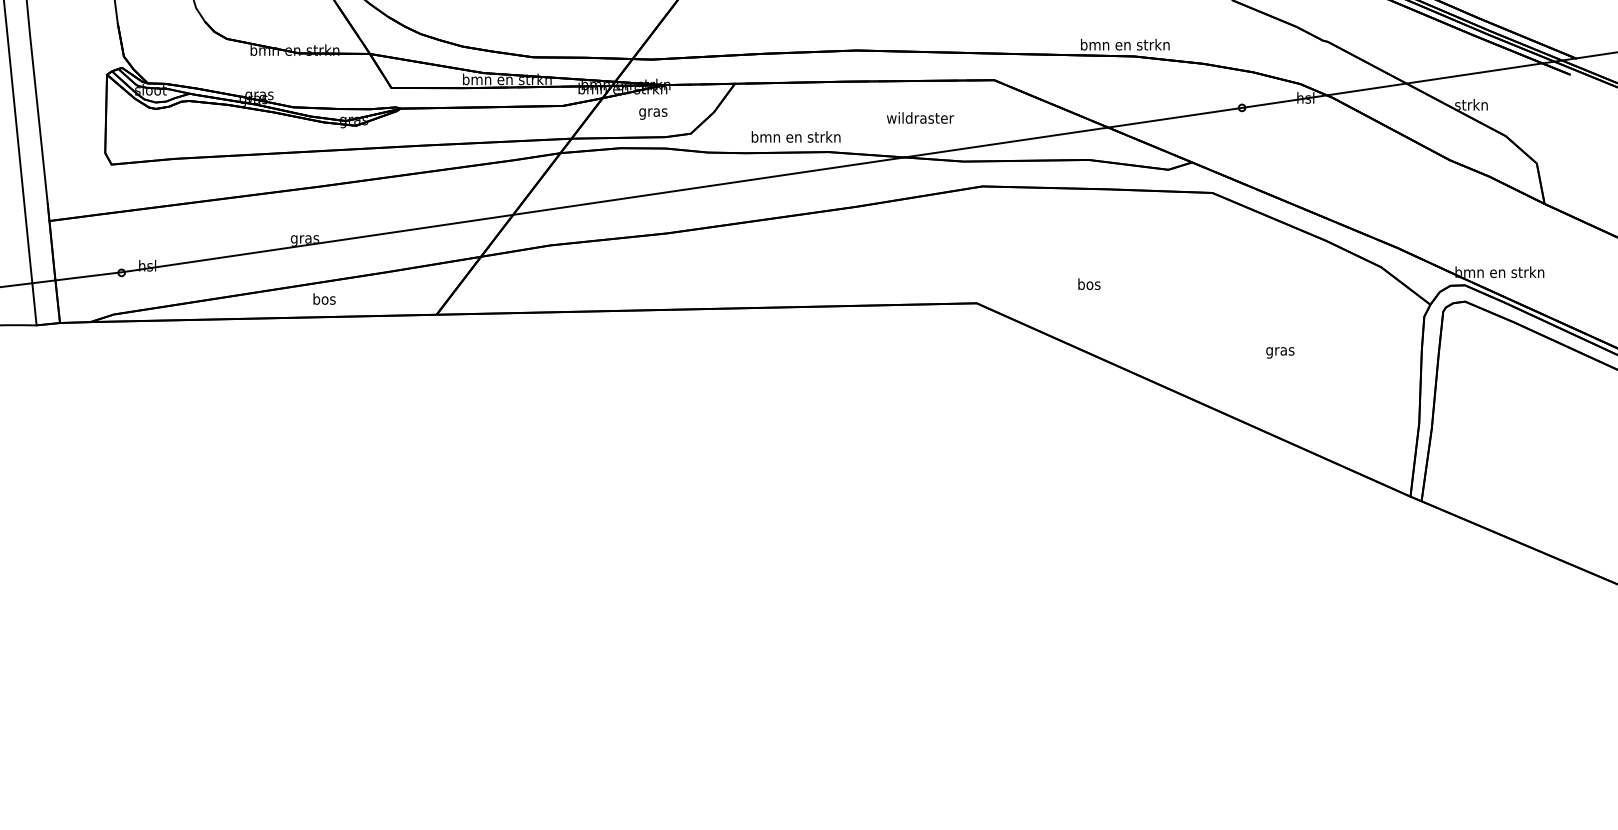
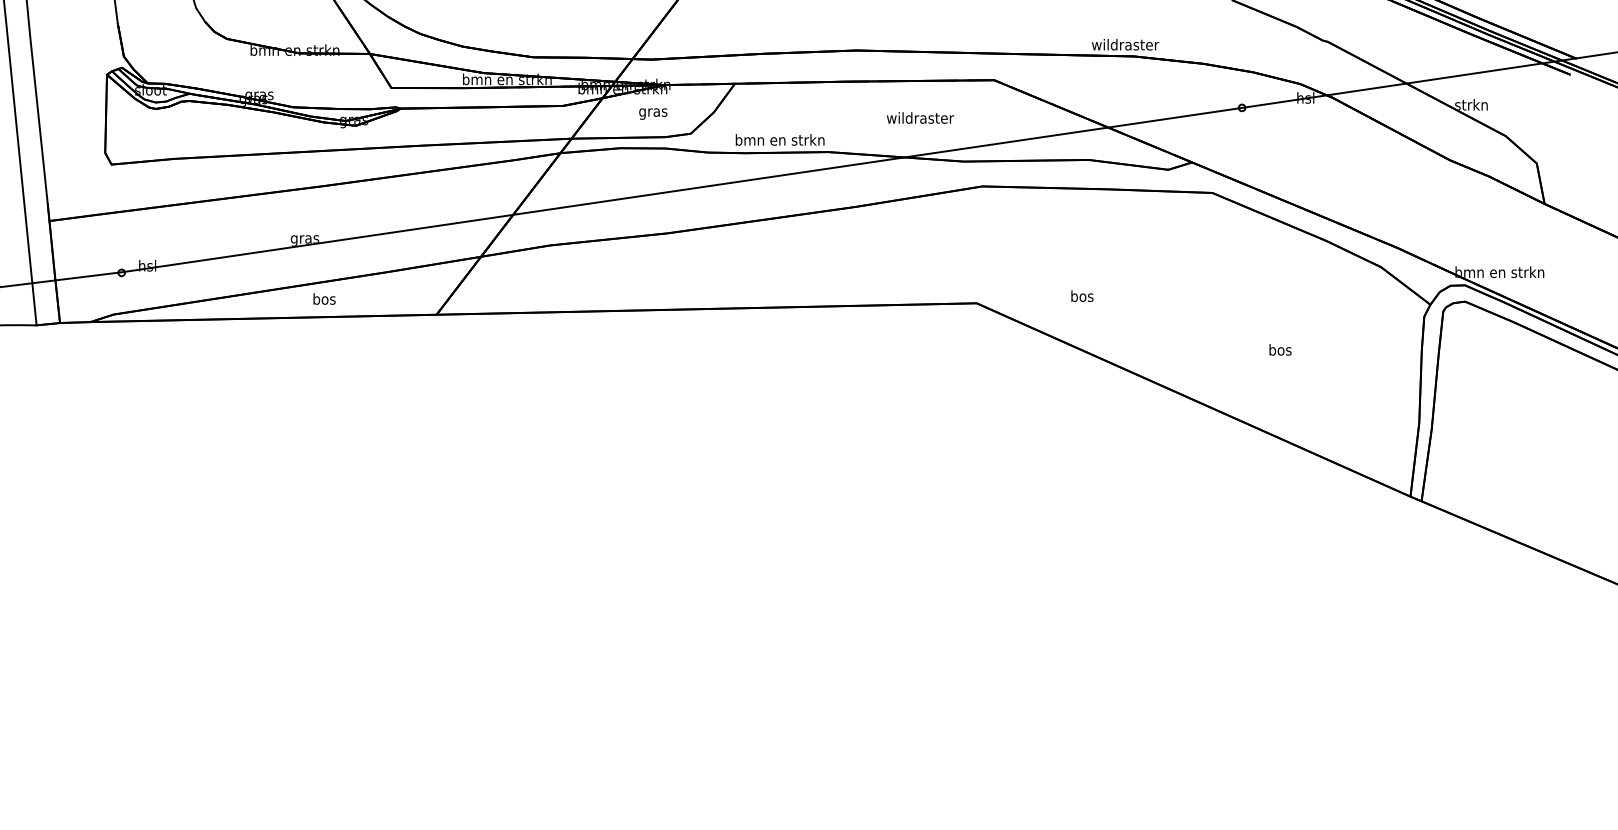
text at (1125, 44): bmn en strkn -> wildraster
text at (795, 136) position: (795, 136) -> (779, 139)
text at (1089, 283) position: (1089, 283) -> (1082, 295)
text at (1280, 351): gras -> bos
